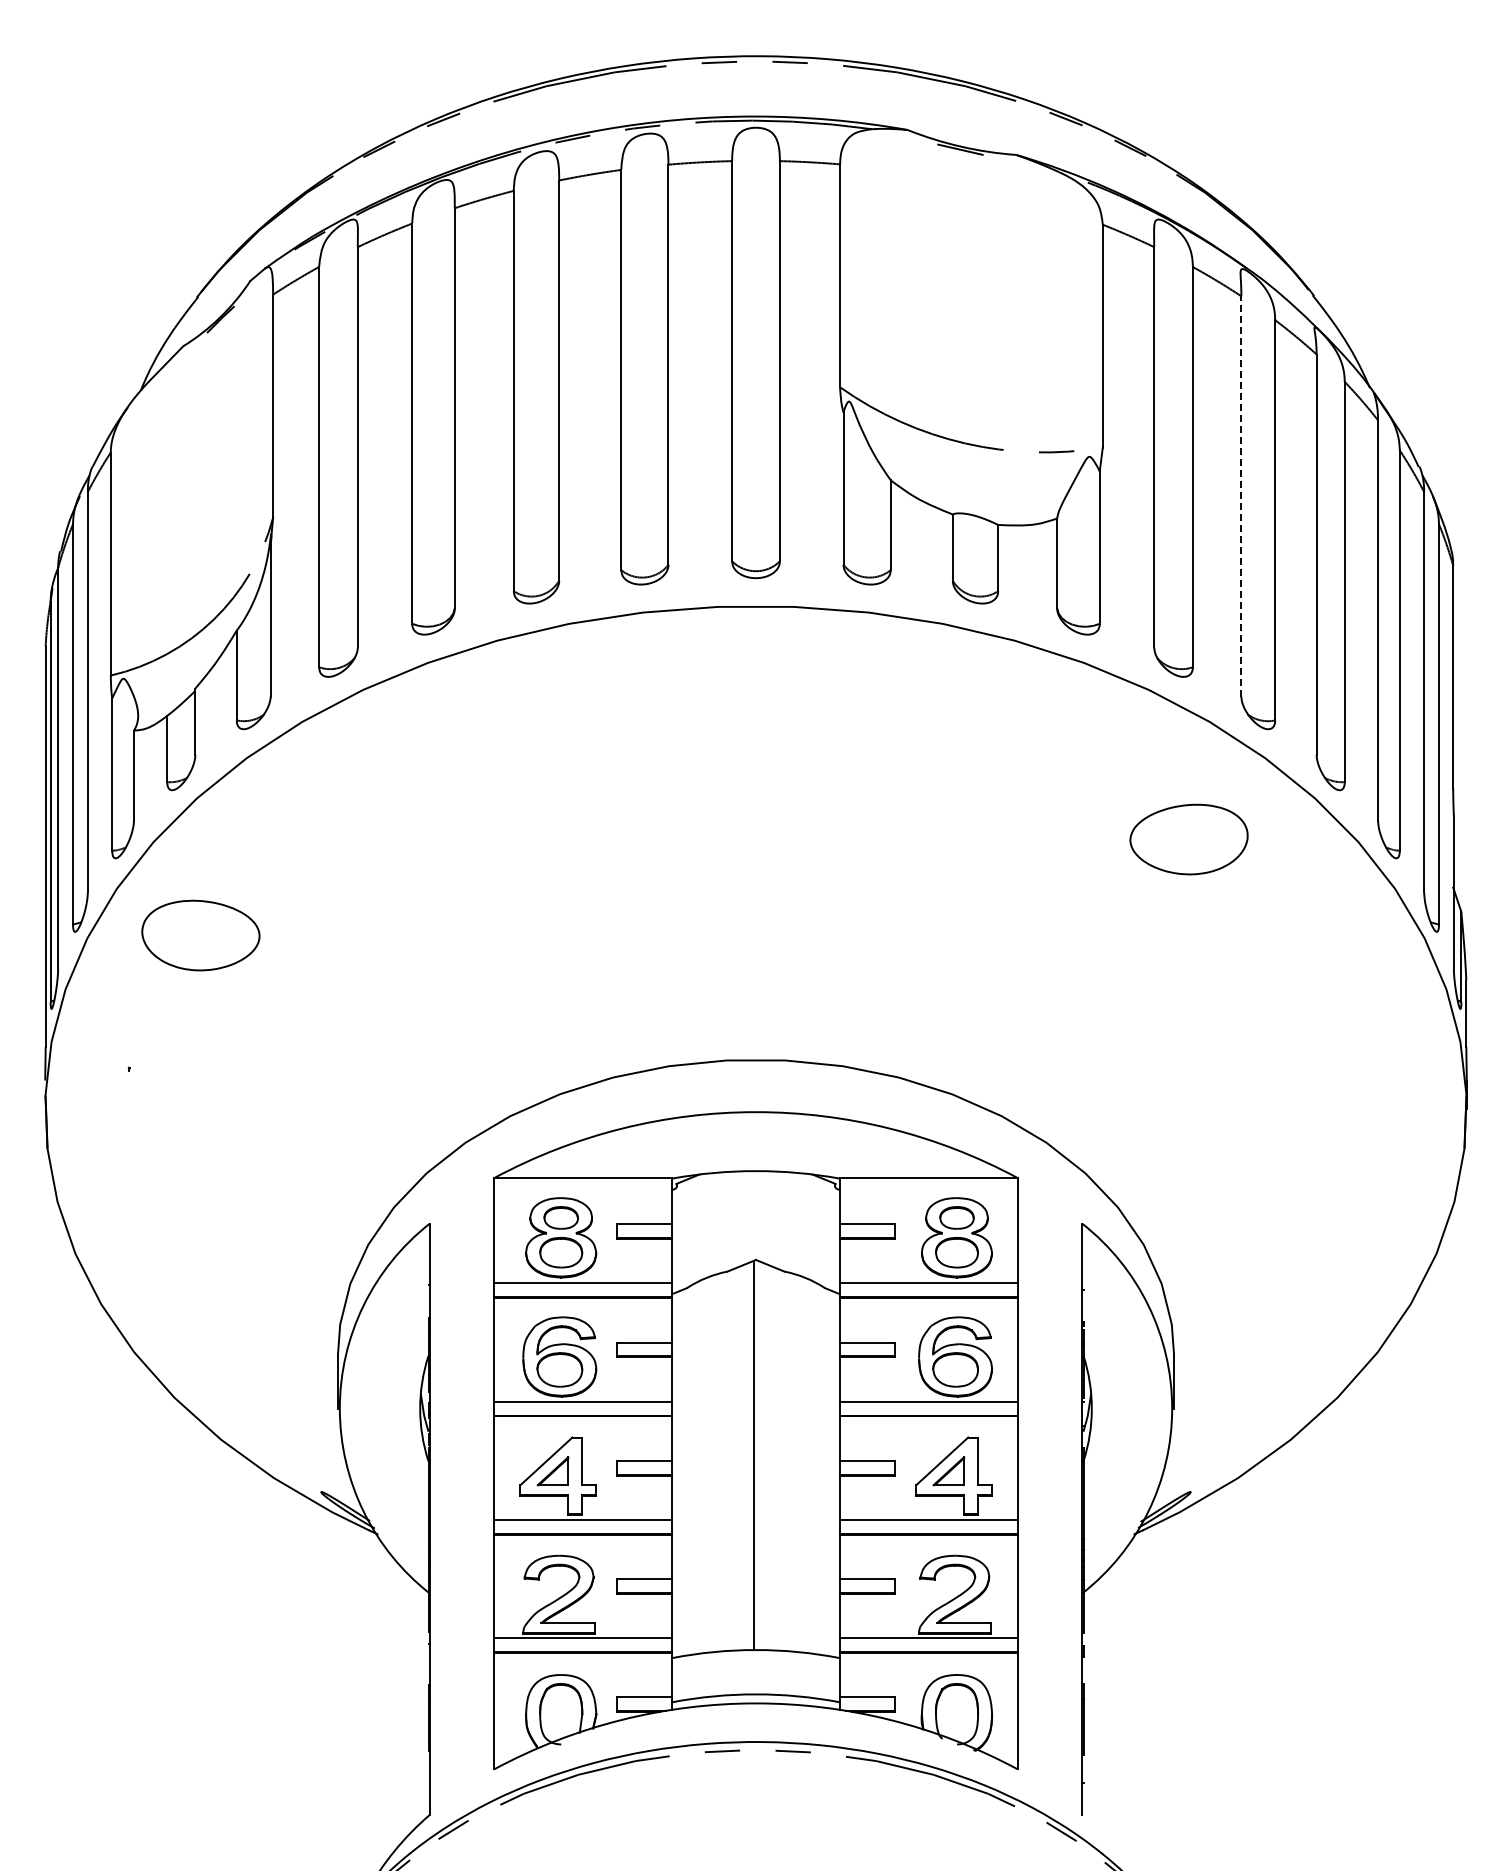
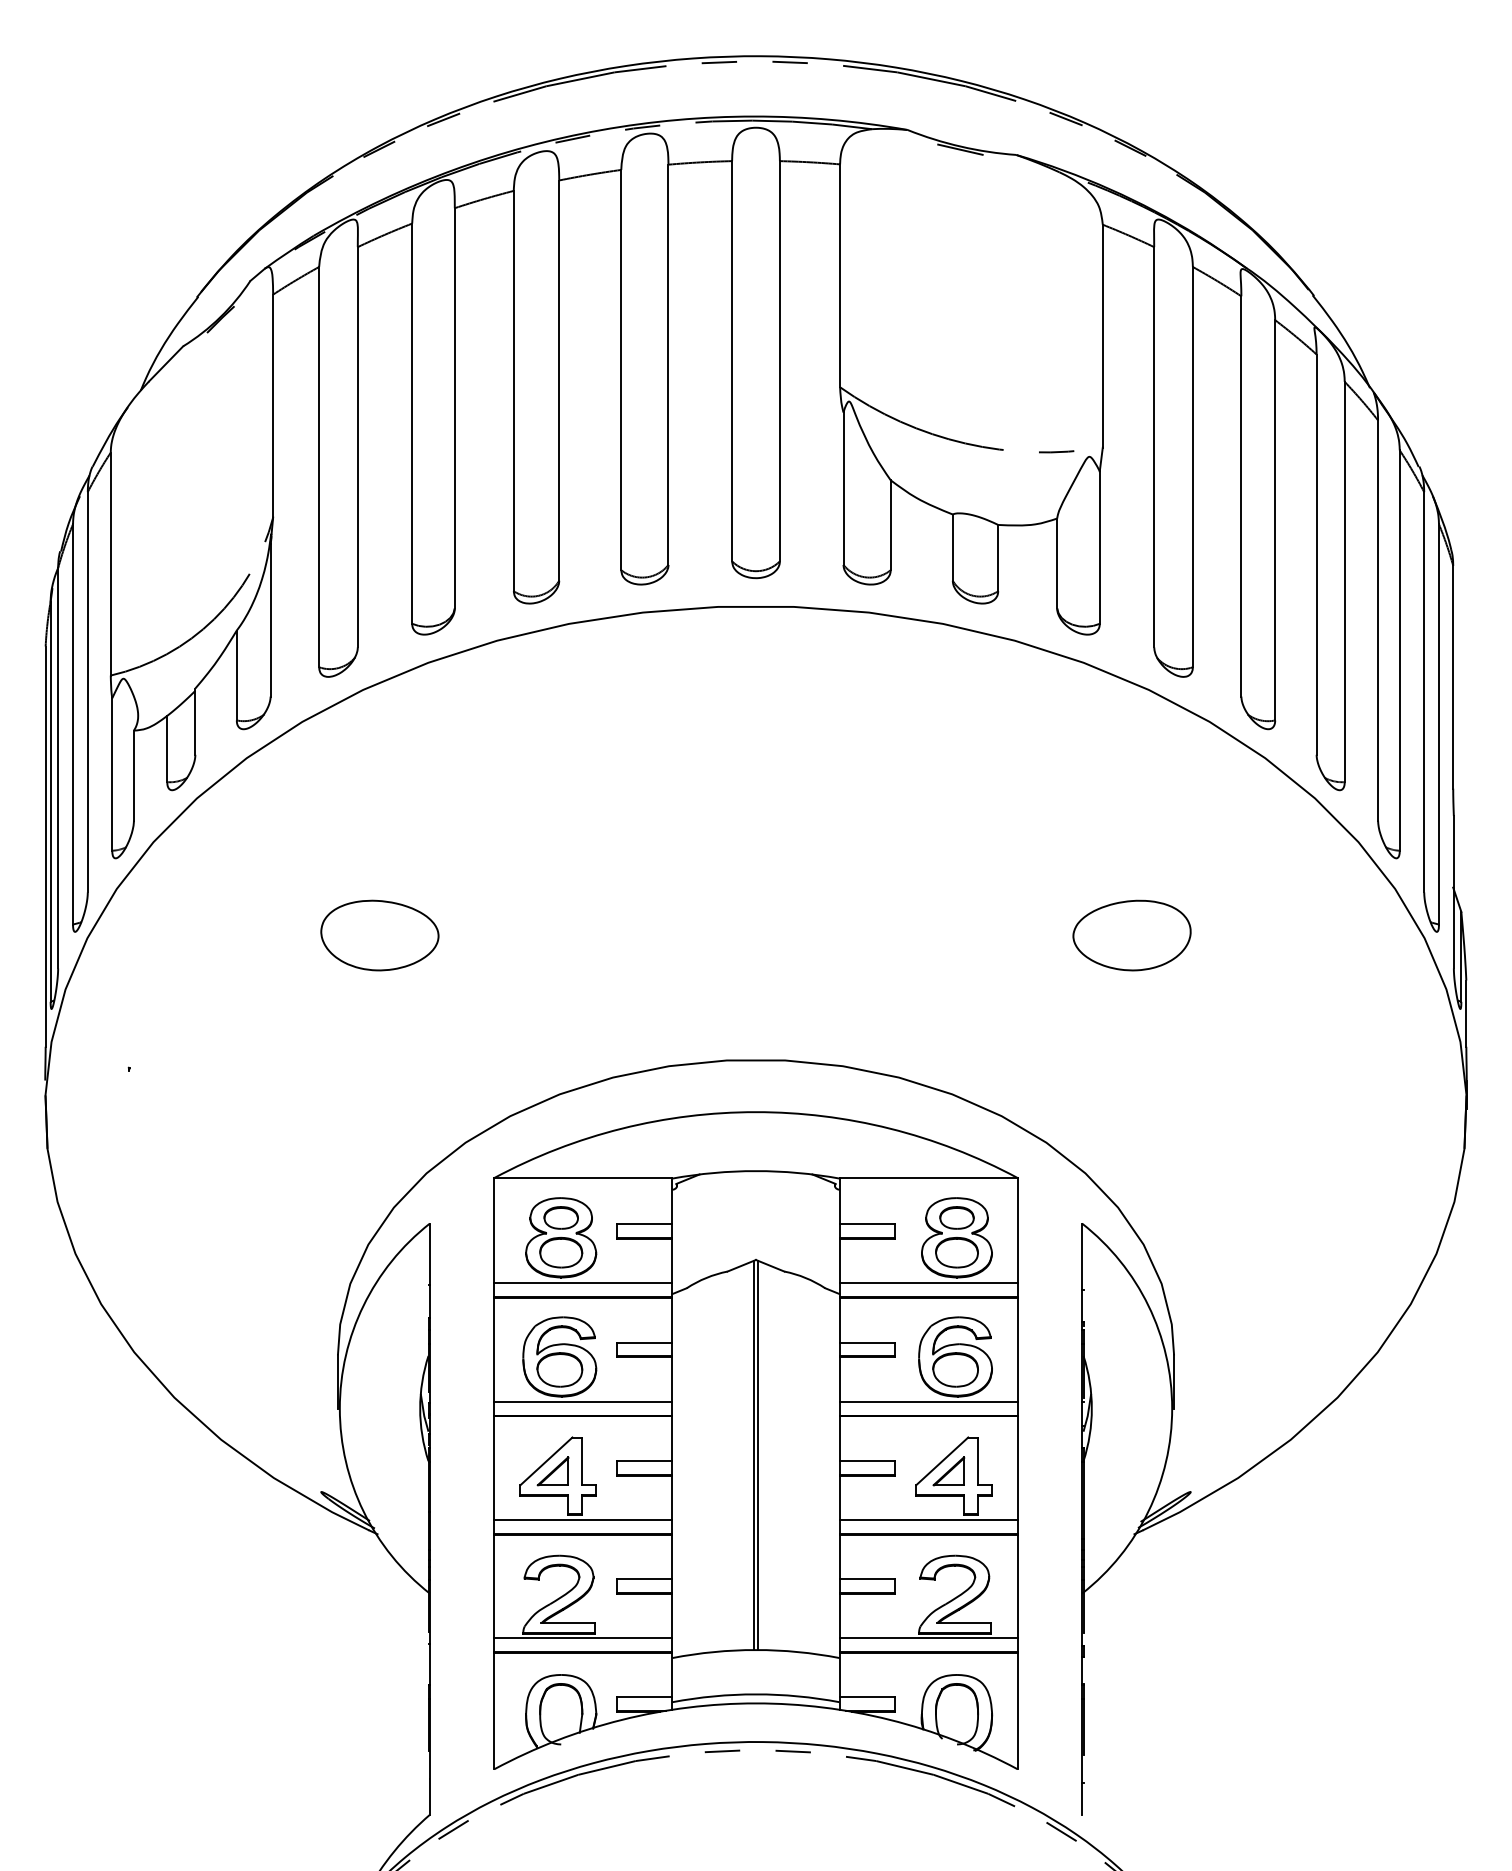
line at (1241, 495): dashed -> solid
part at (1188, 839) position: (1188, 839) -> (1131, 935)
part at (200, 935) position: (200, 935) -> (379, 935)
line at (758, 1455): none -> present
